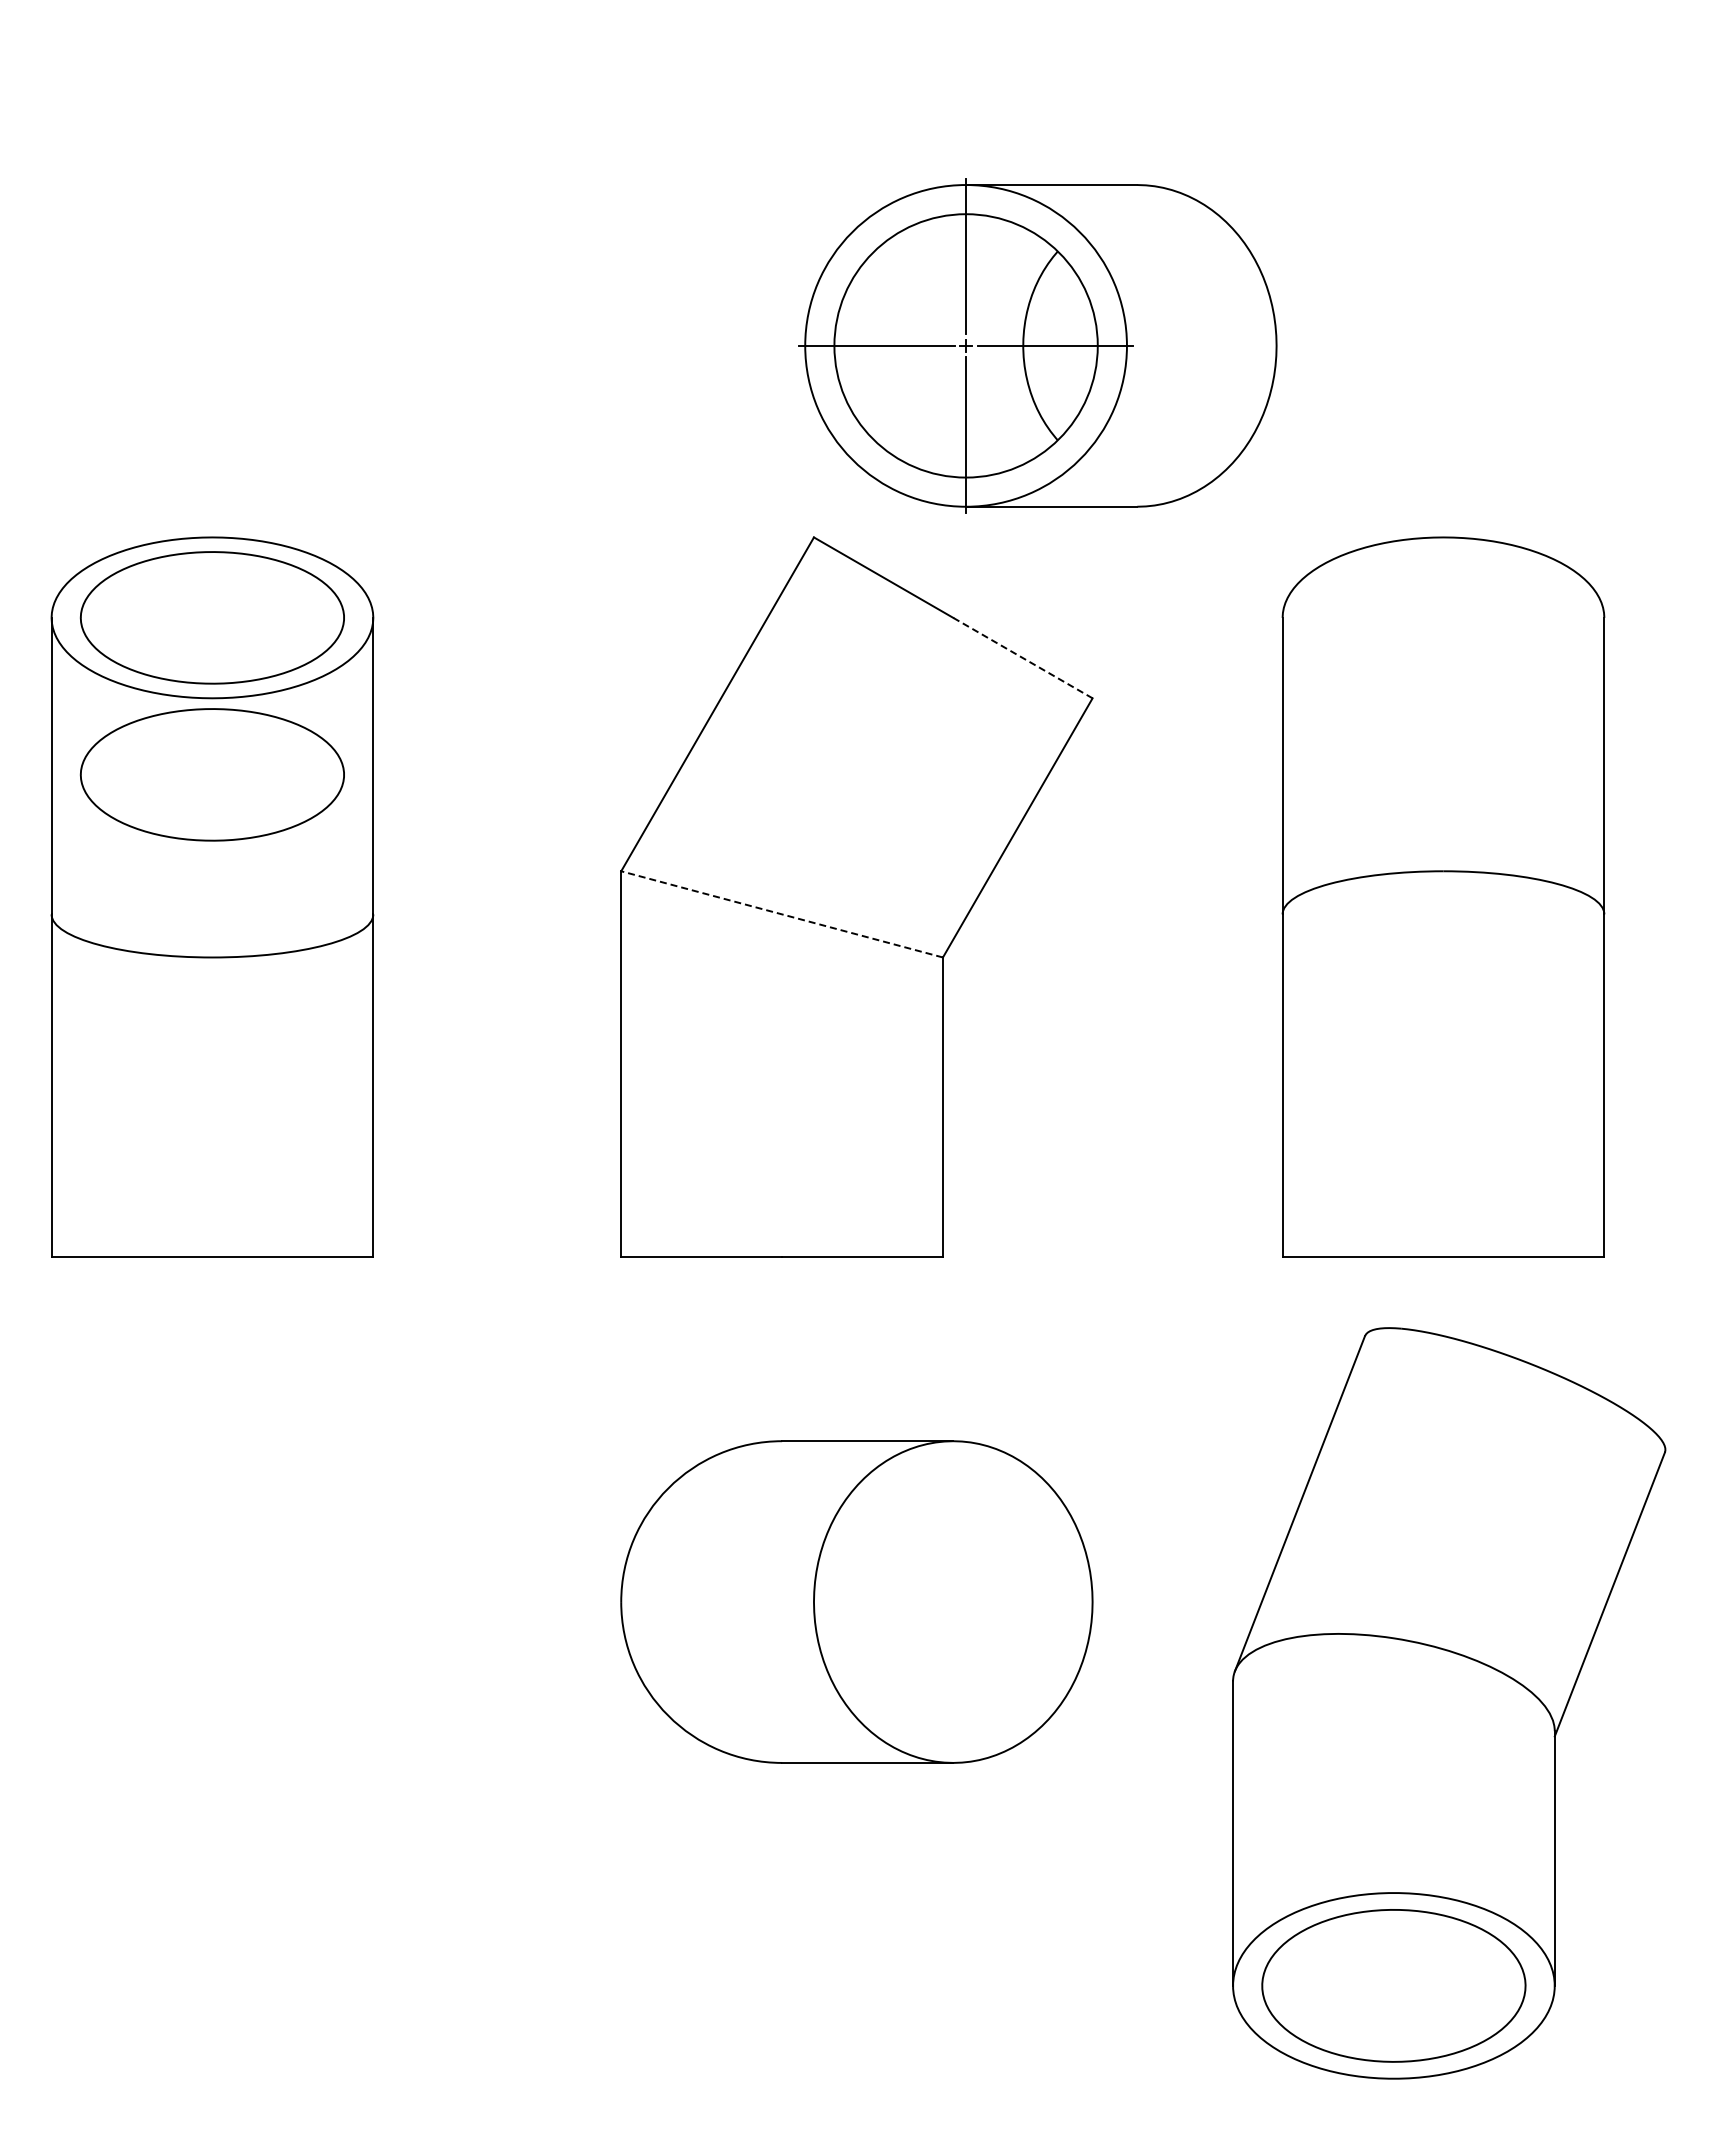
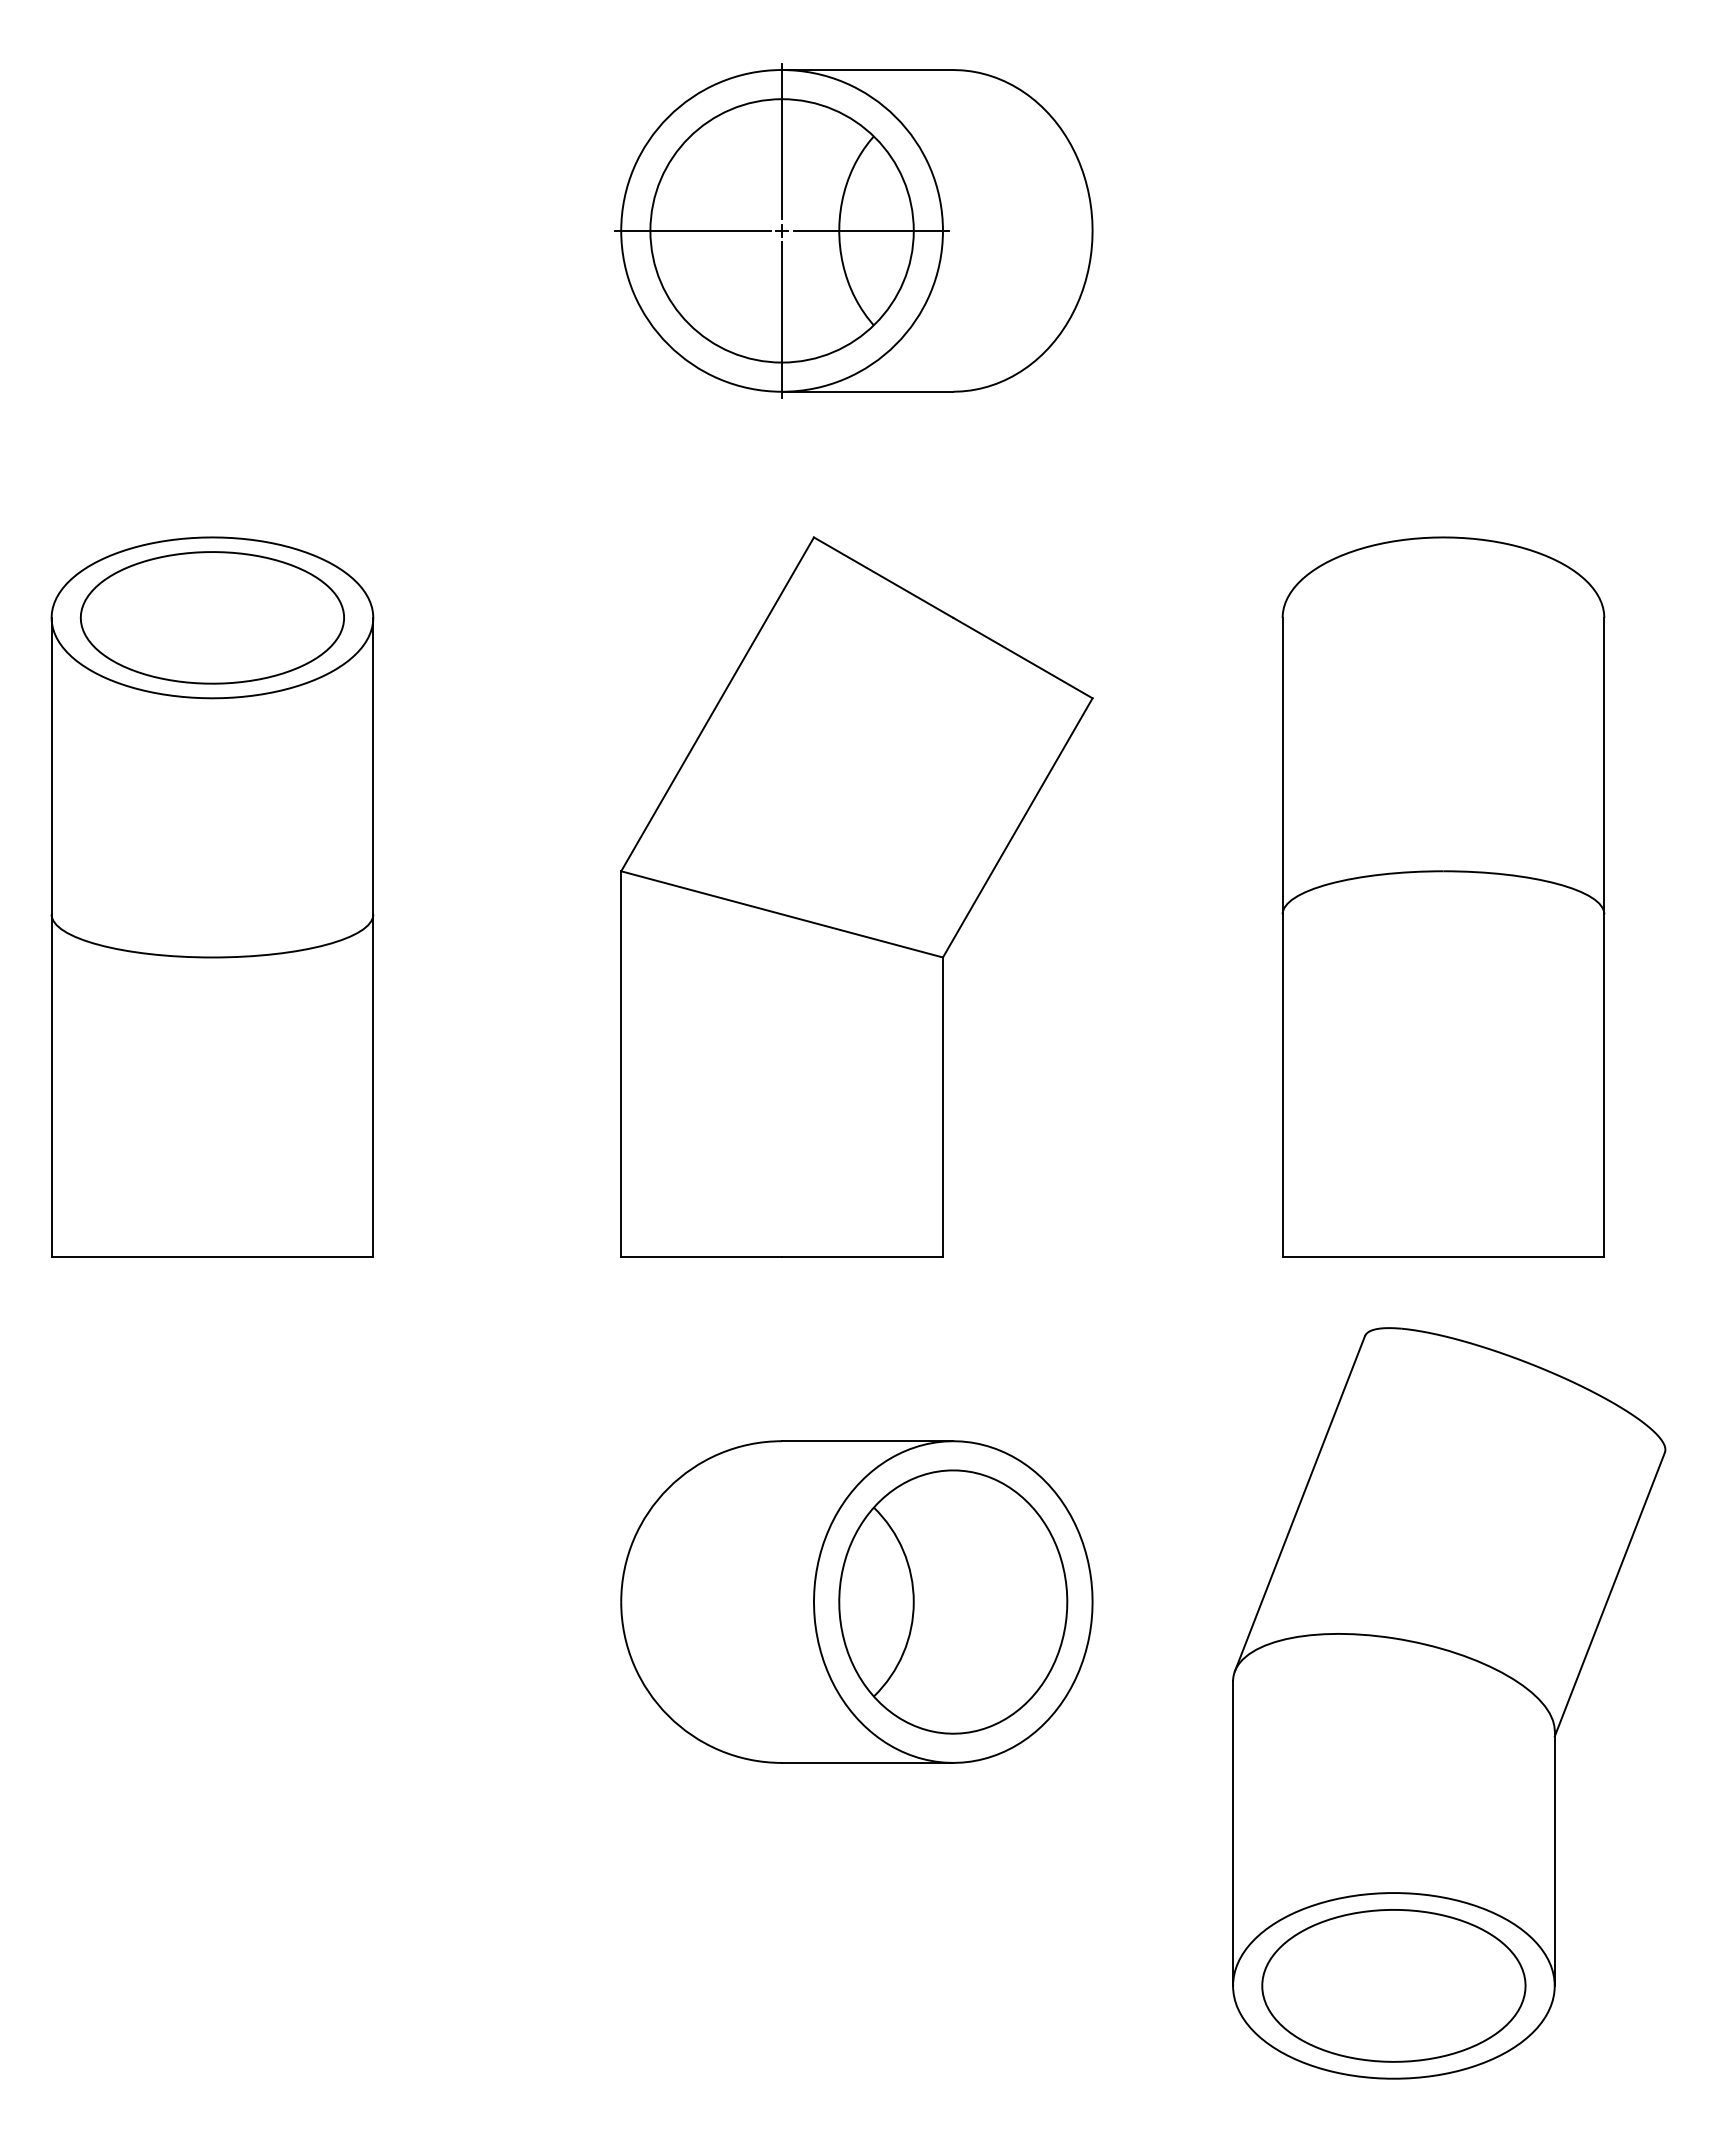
part at (1037, 345) position: (1037, 345) -> (853, 230)
line at (1023, 658): dashed -> solid
part at (211, 774): present -> none
line at (782, 914): dashed -> solid
part at (953, 1601): none -> present
